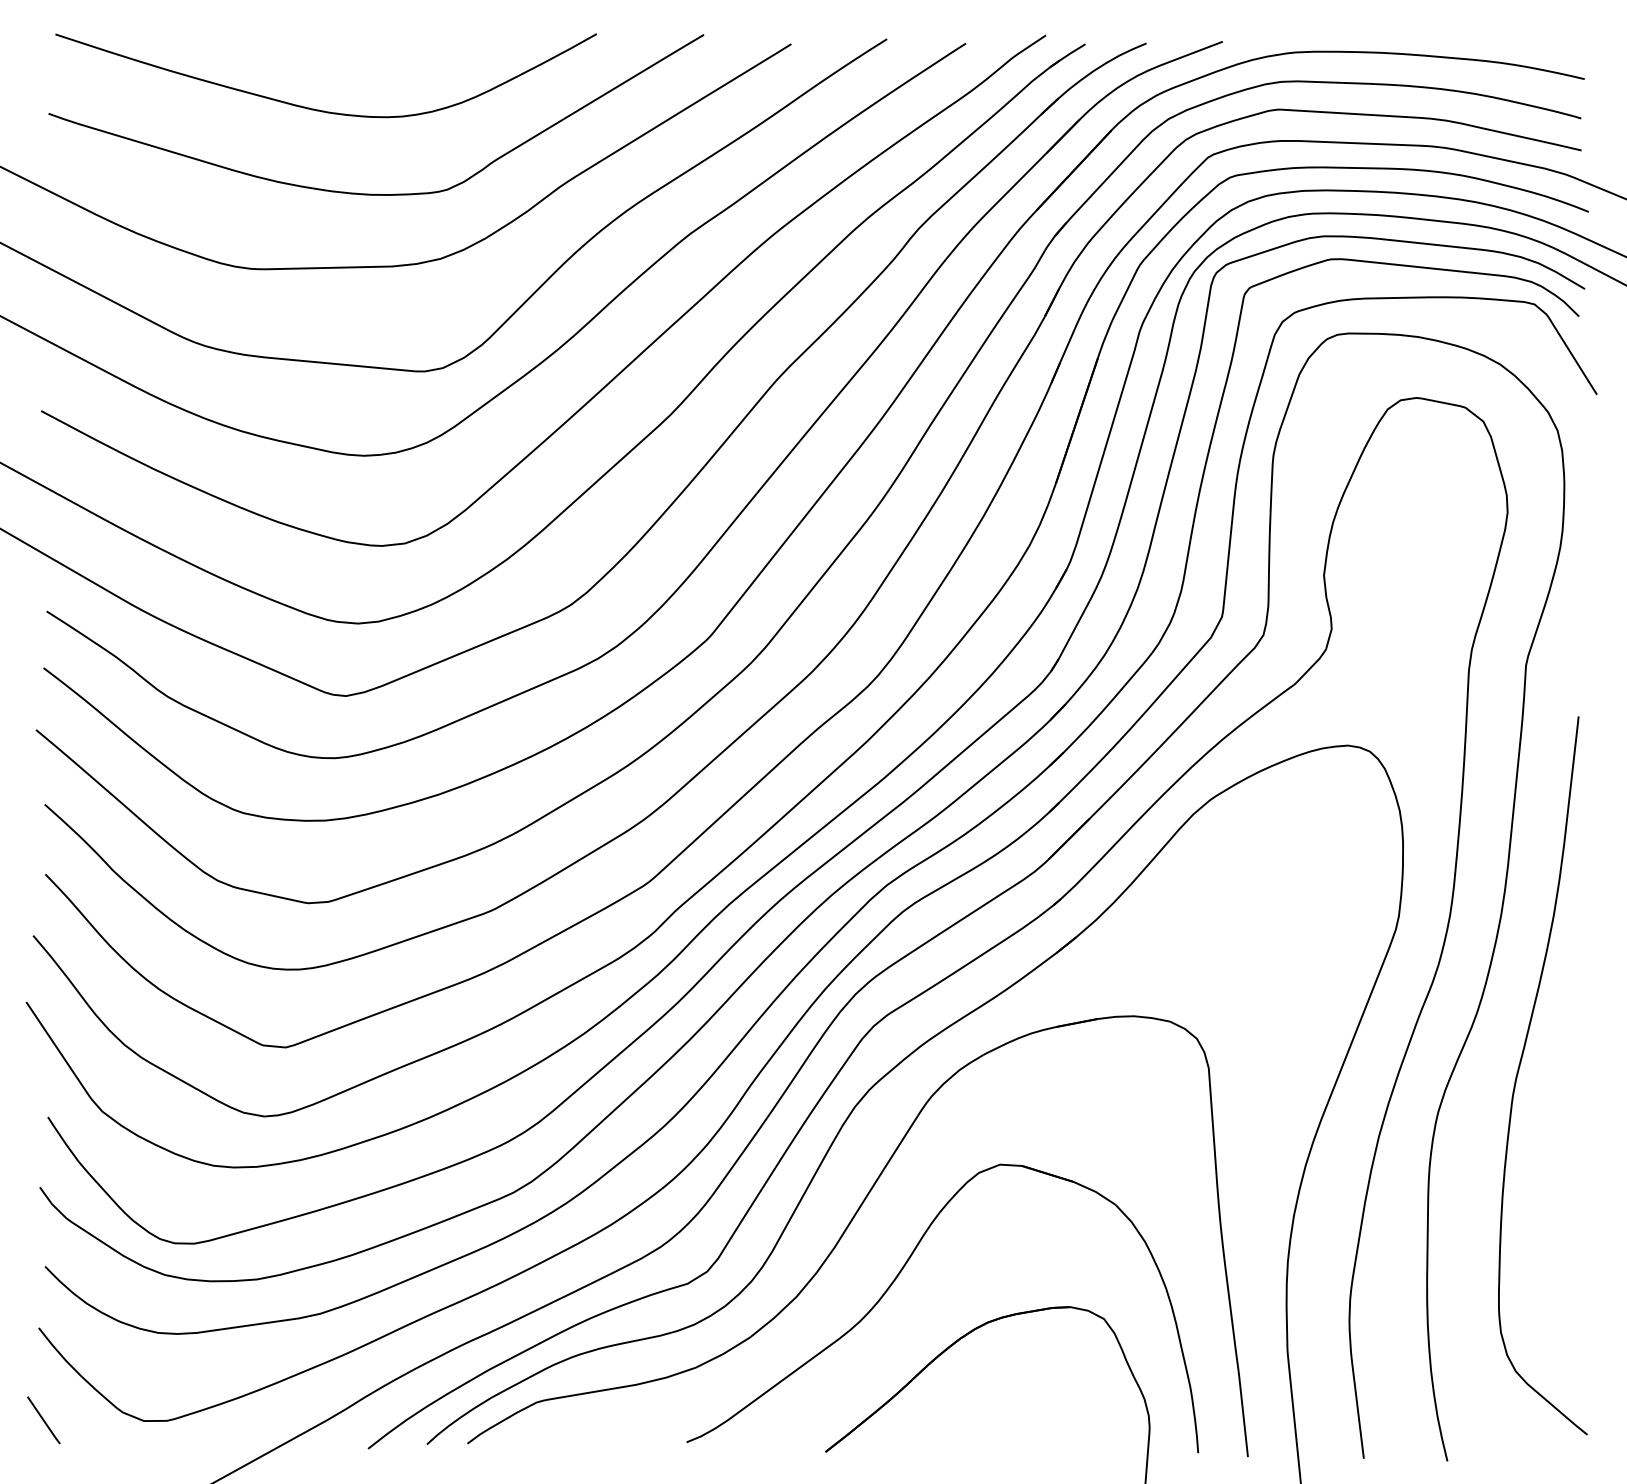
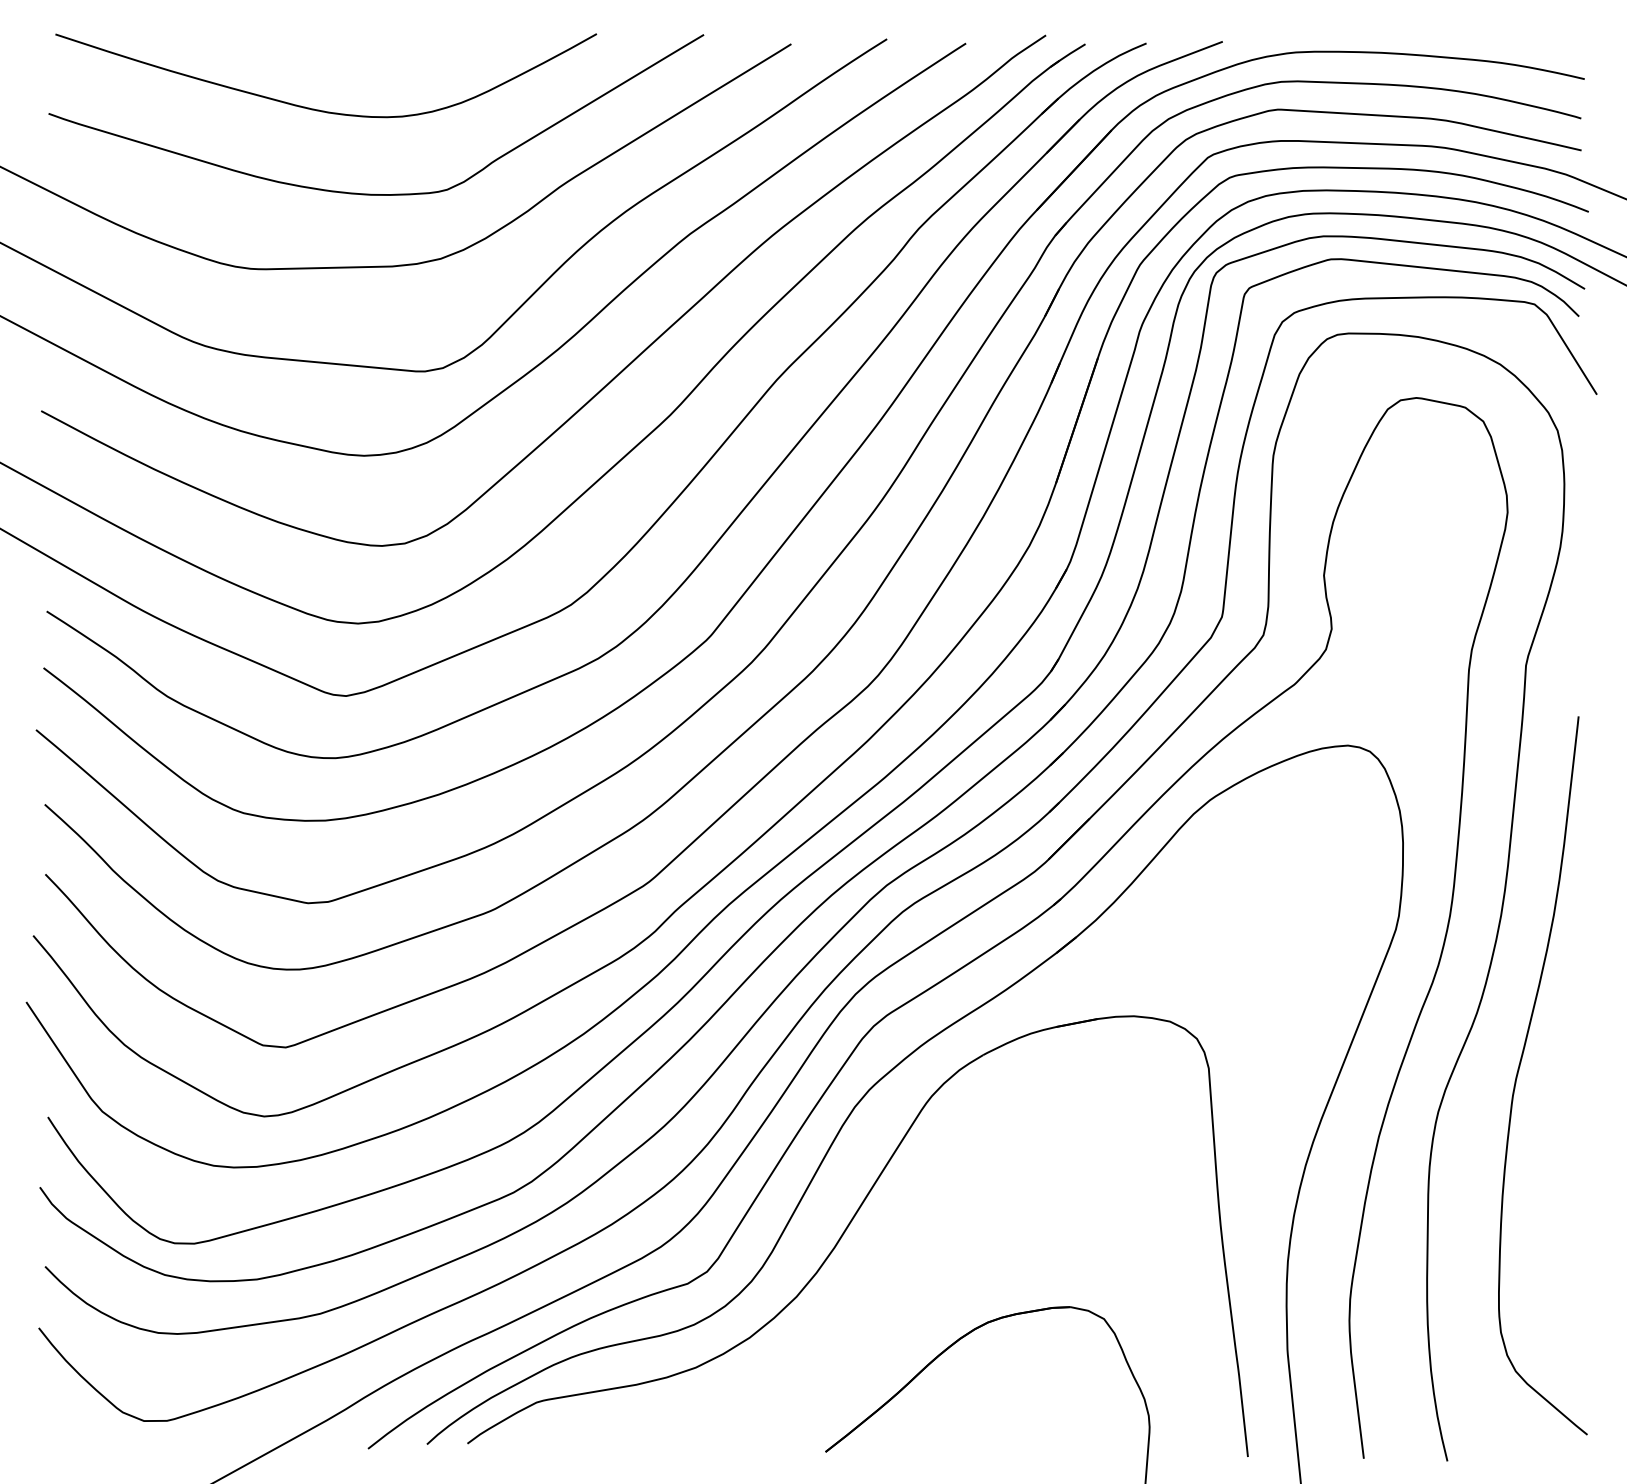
part at (896, 1279): present -> none
line at (43, 1420): present -> none
